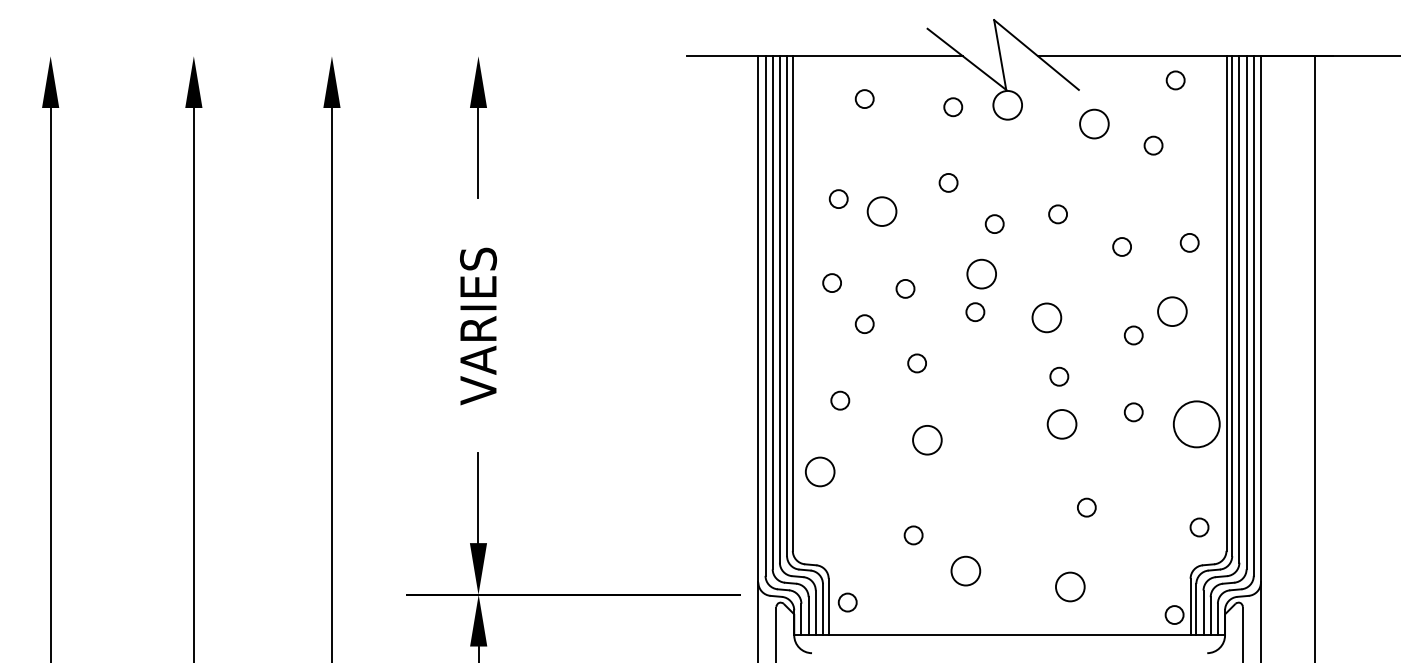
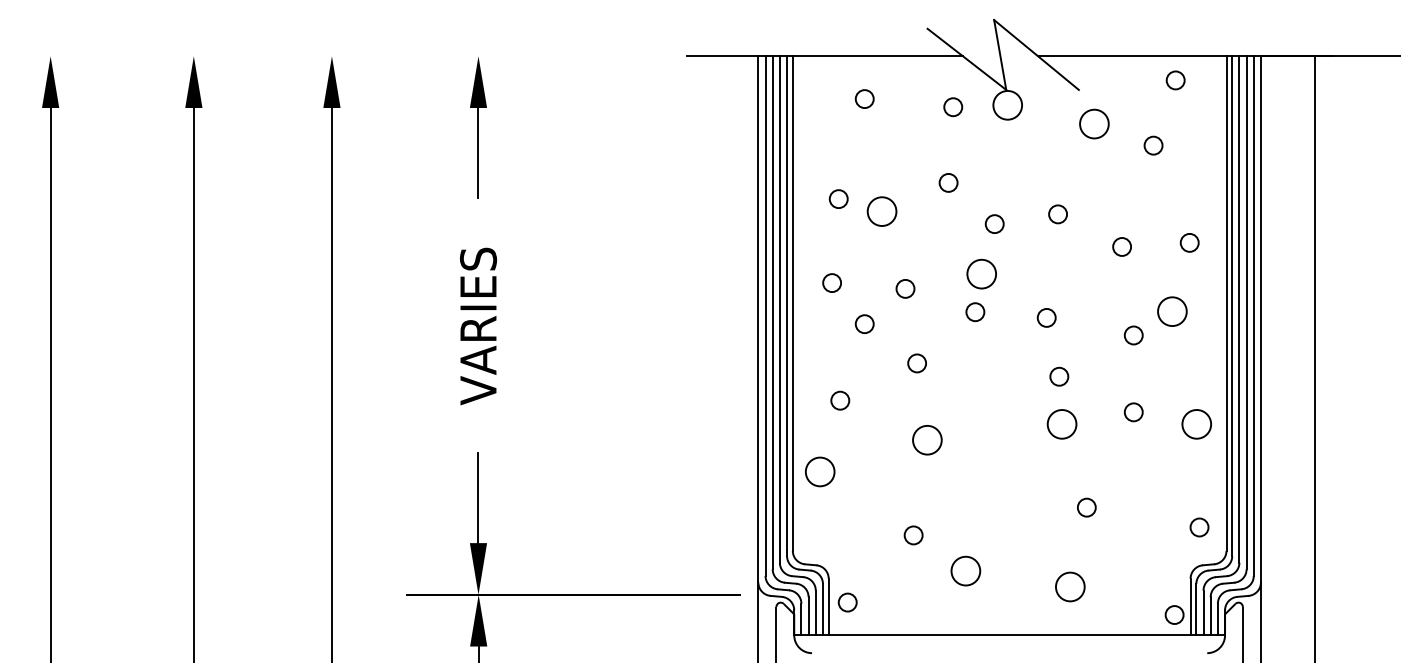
circle at (1046, 317) size: 32x32 px -> 21x20 px
circle at (1196, 424) diameter: 46 px -> 29 px
